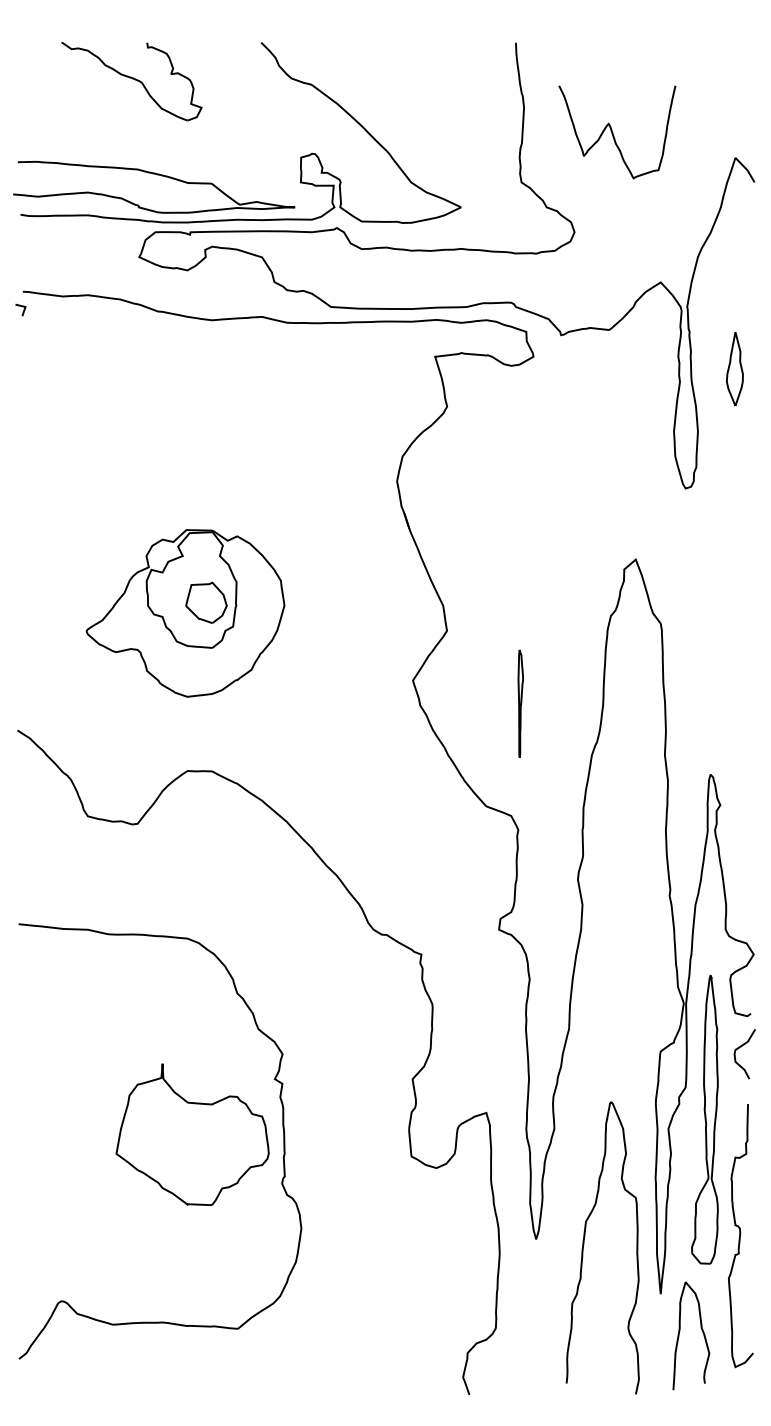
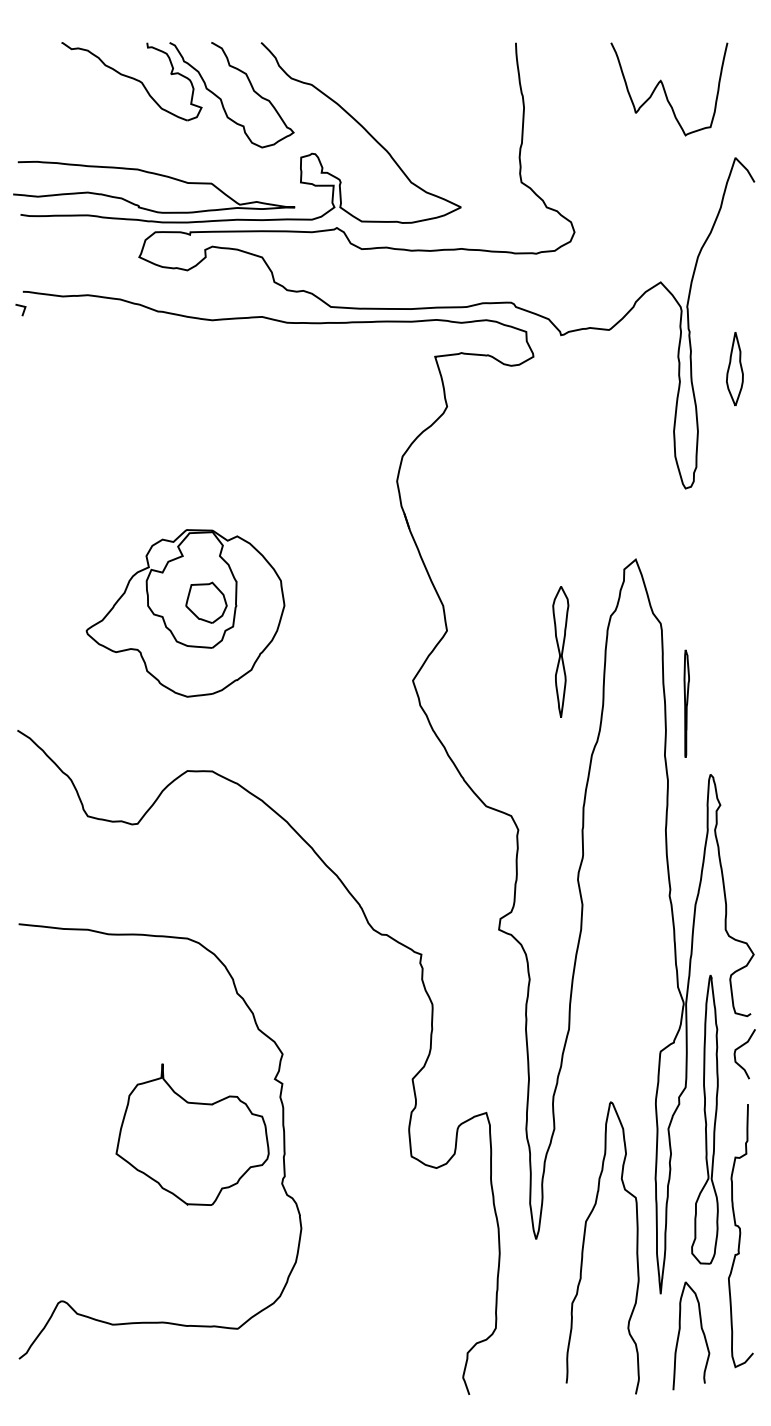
curve at (222, 100): none -> present
curve at (613, 132) position: (613, 132) -> (665, 89)
part at (560, 651): none -> present
part at (520, 703) position: (520, 703) -> (686, 703)
